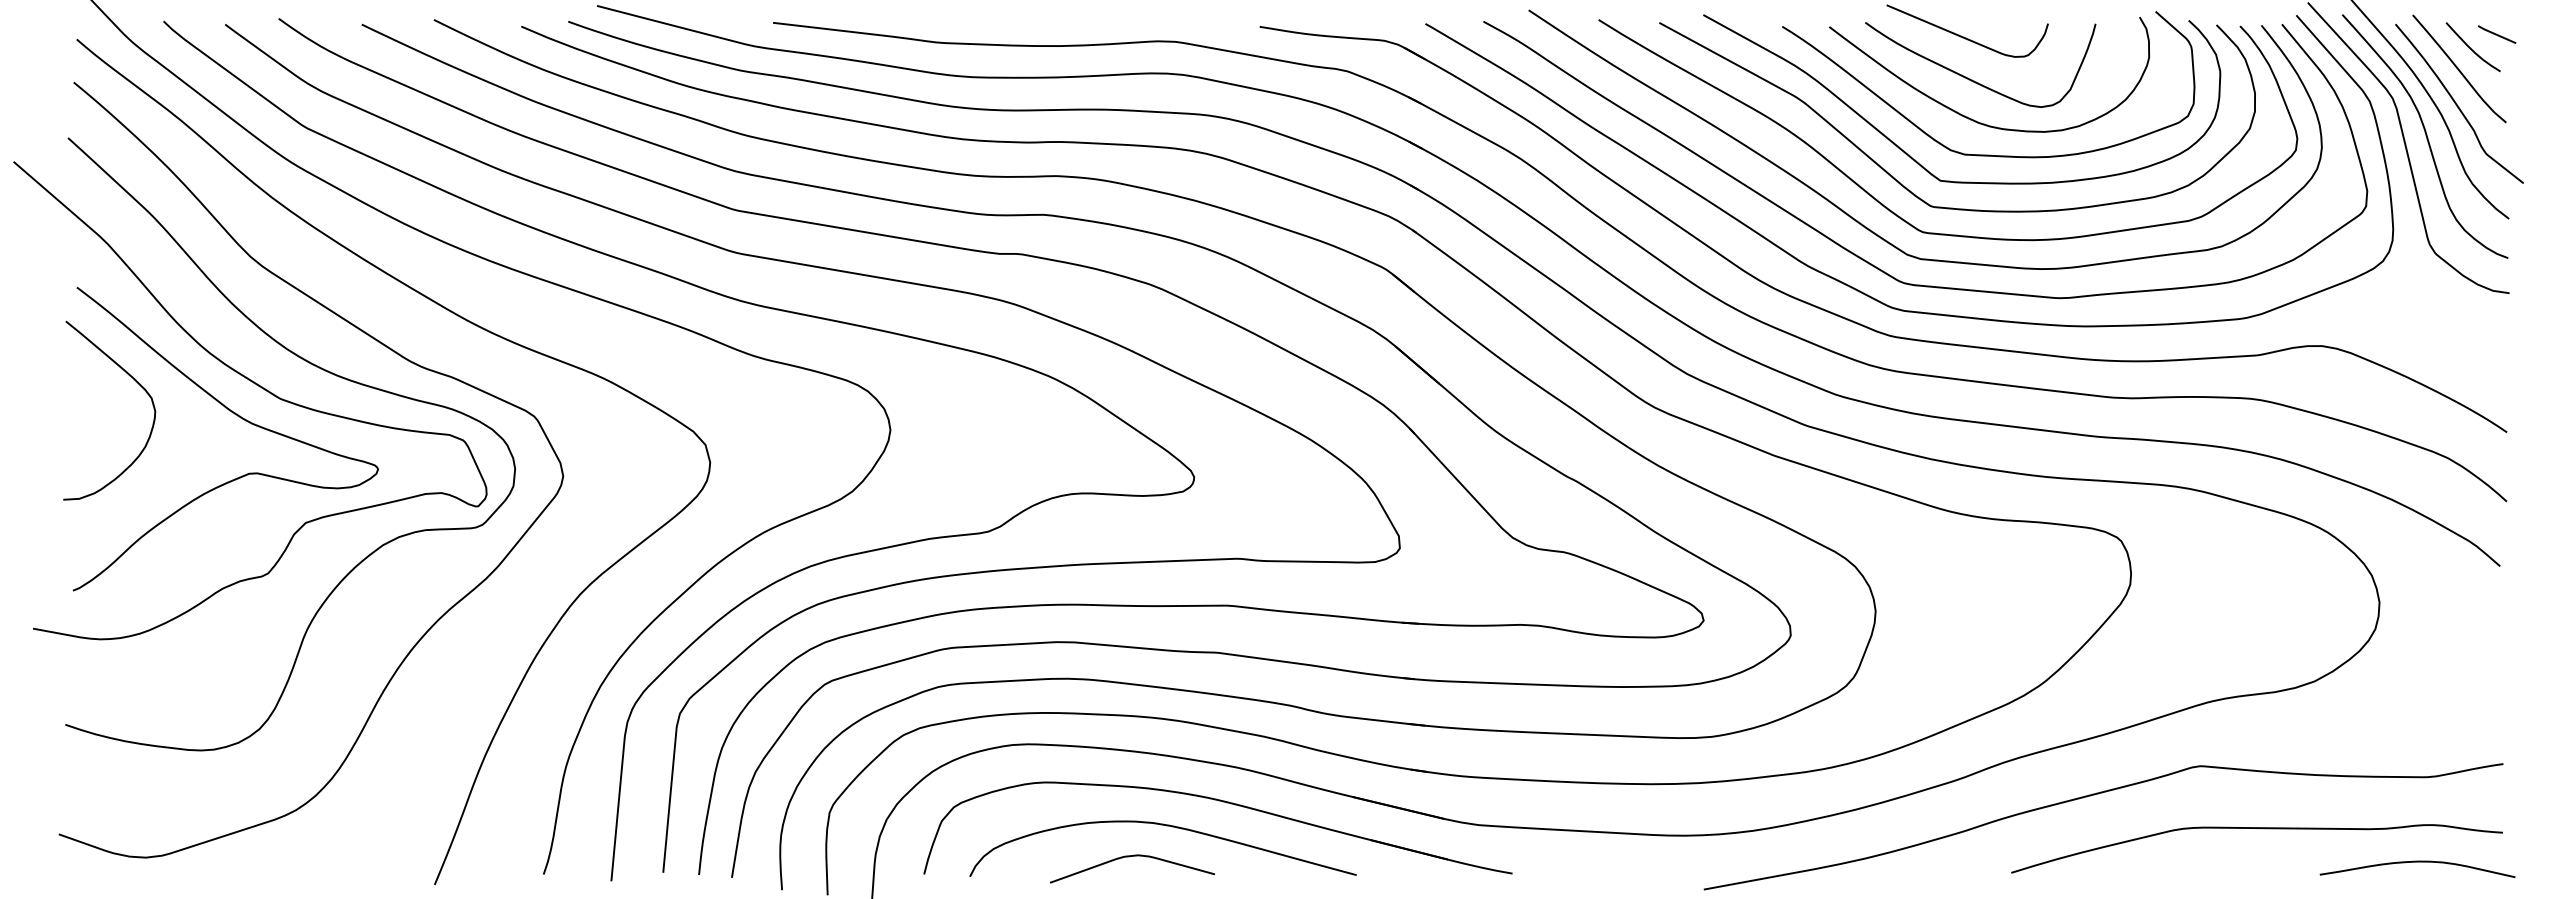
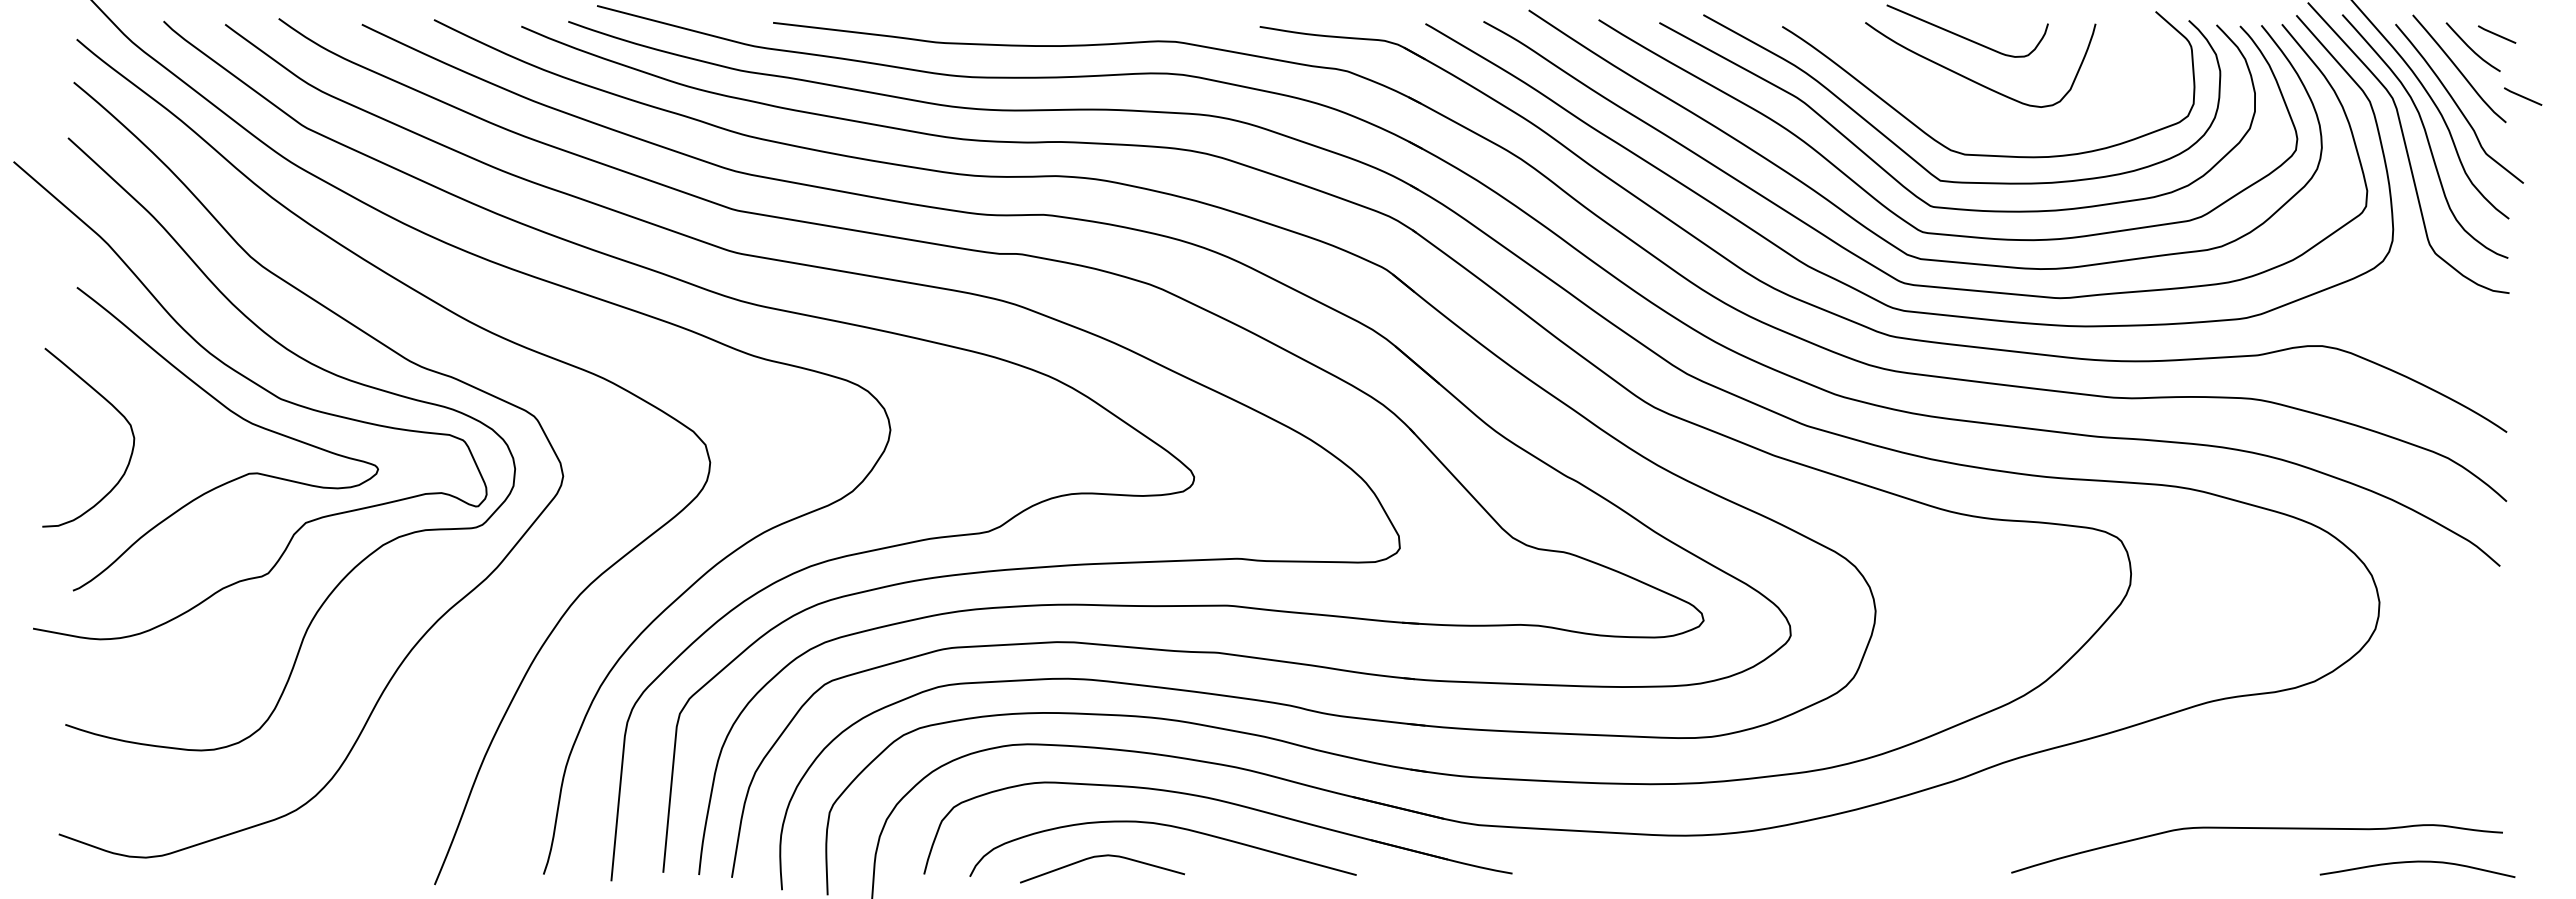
line at (2523, 96): none -> present
curve at (1967, 116): present -> none
curve at (136, 382) position: (136, 382) -> (115, 409)
curve at (2094, 795): present -> none
curve at (1129, 857) position: (1129, 857) -> (1099, 857)
